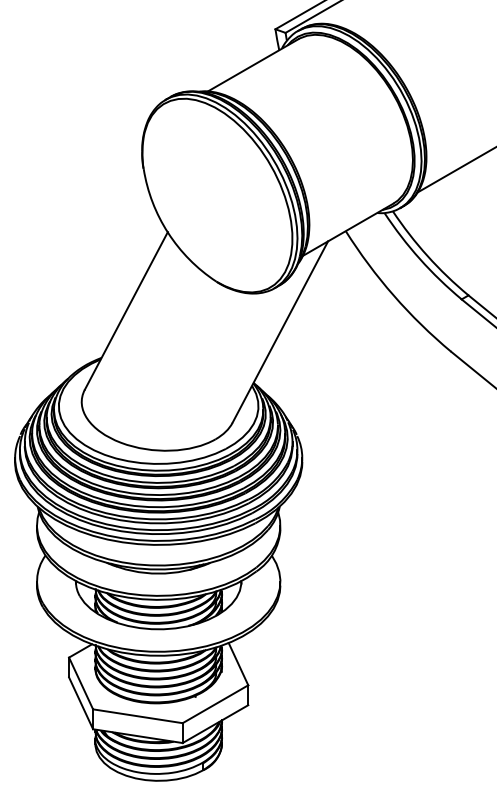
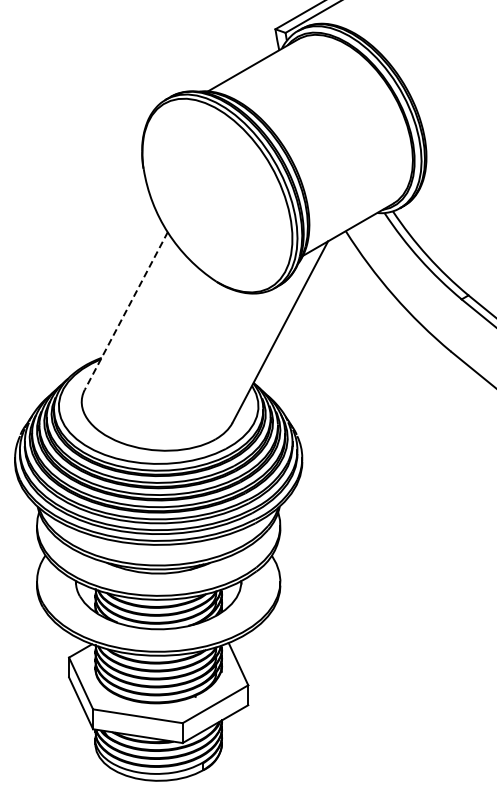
line at (455, 170): present -> none
line at (126, 311): solid -> dashed
